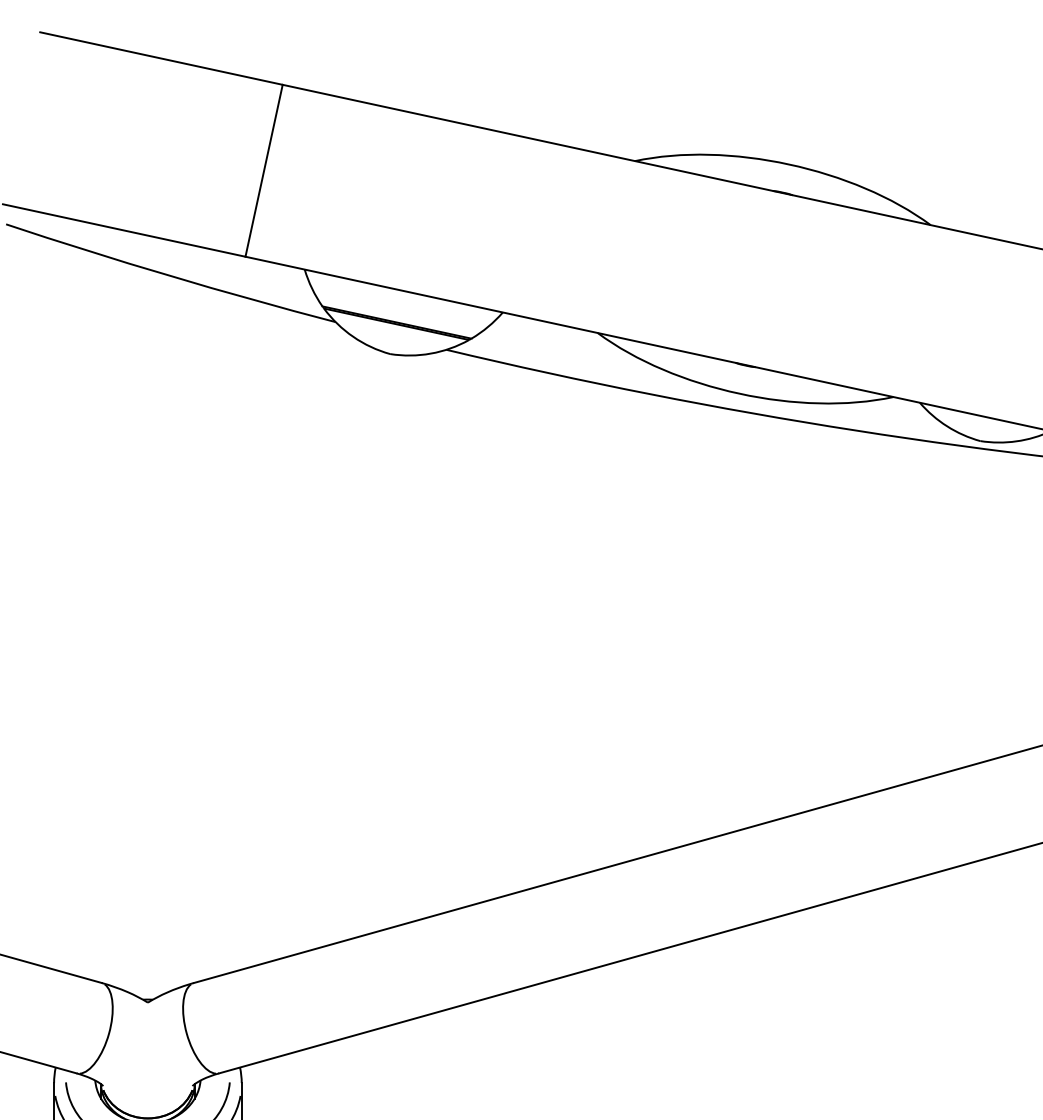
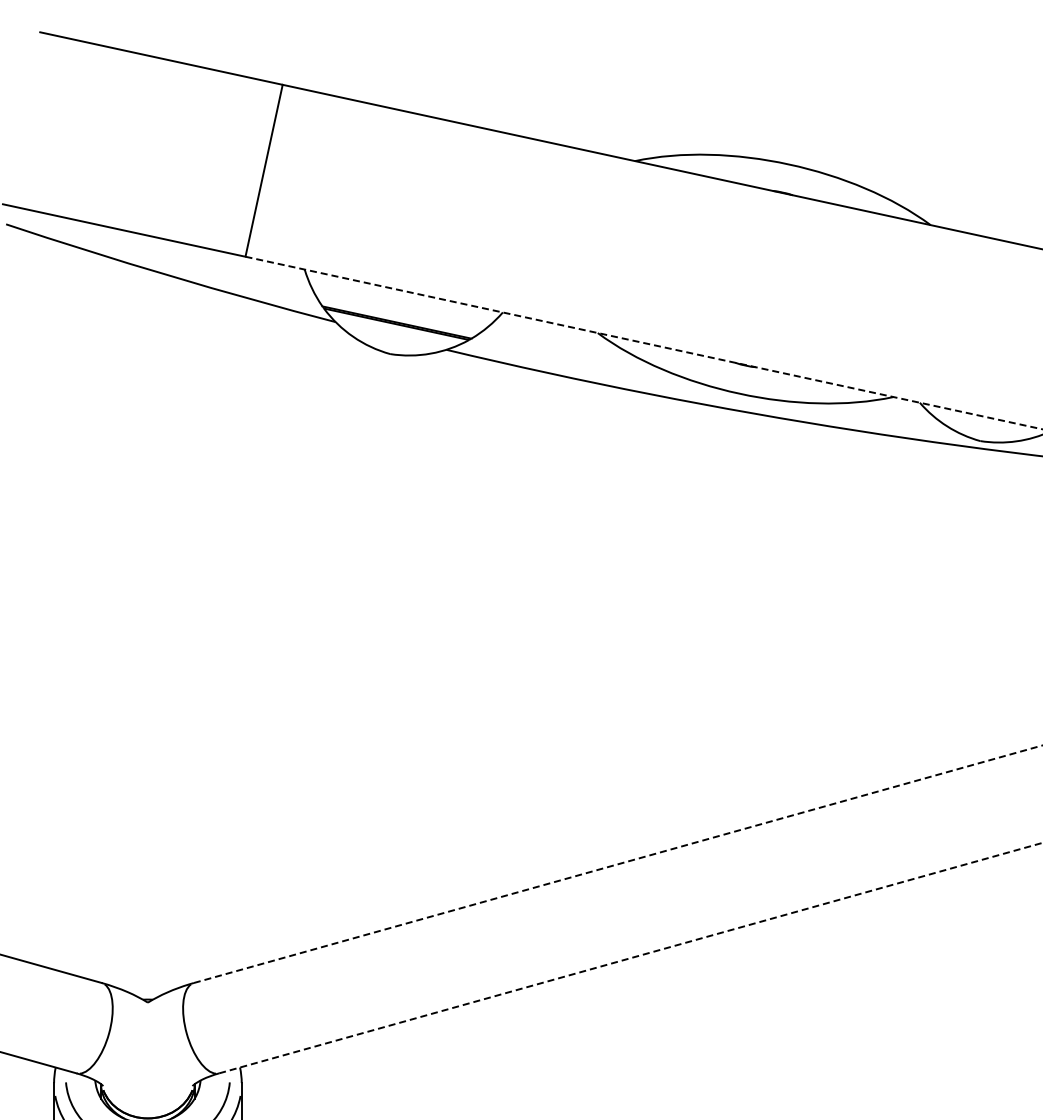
line at (644, 343): solid -> dashed
line at (618, 864): solid -> dashed
line at (631, 958): solid -> dashed
